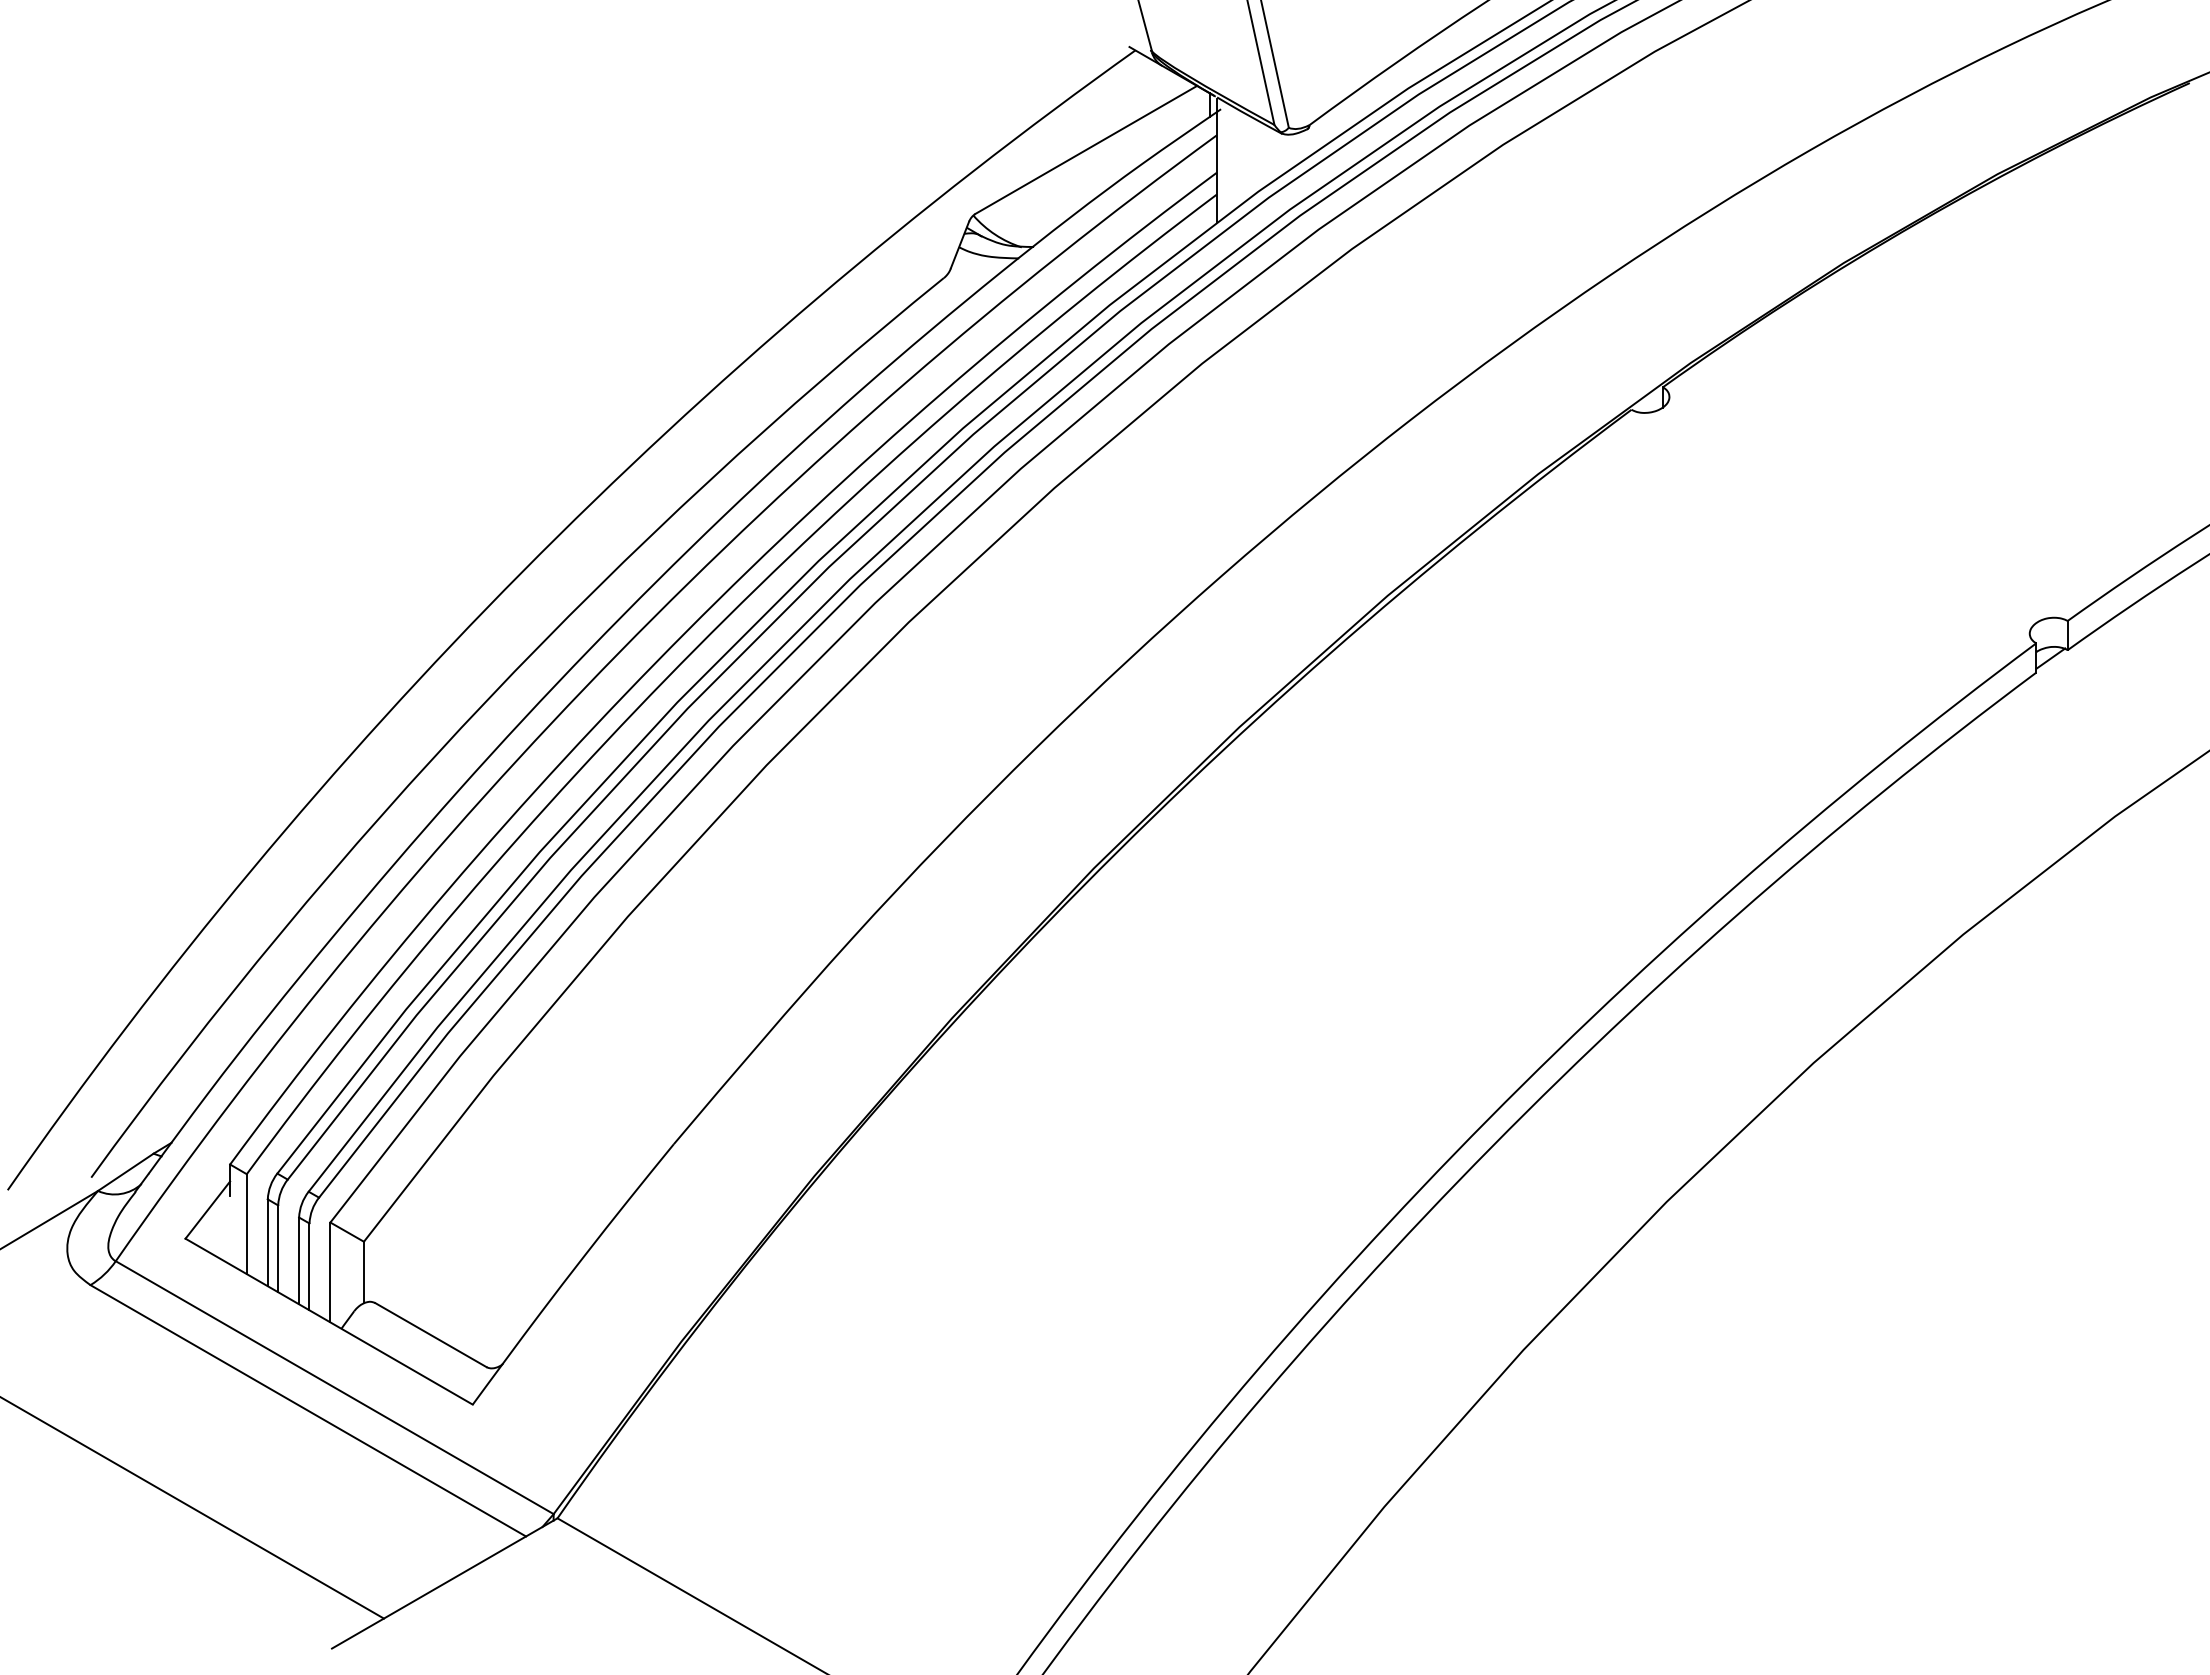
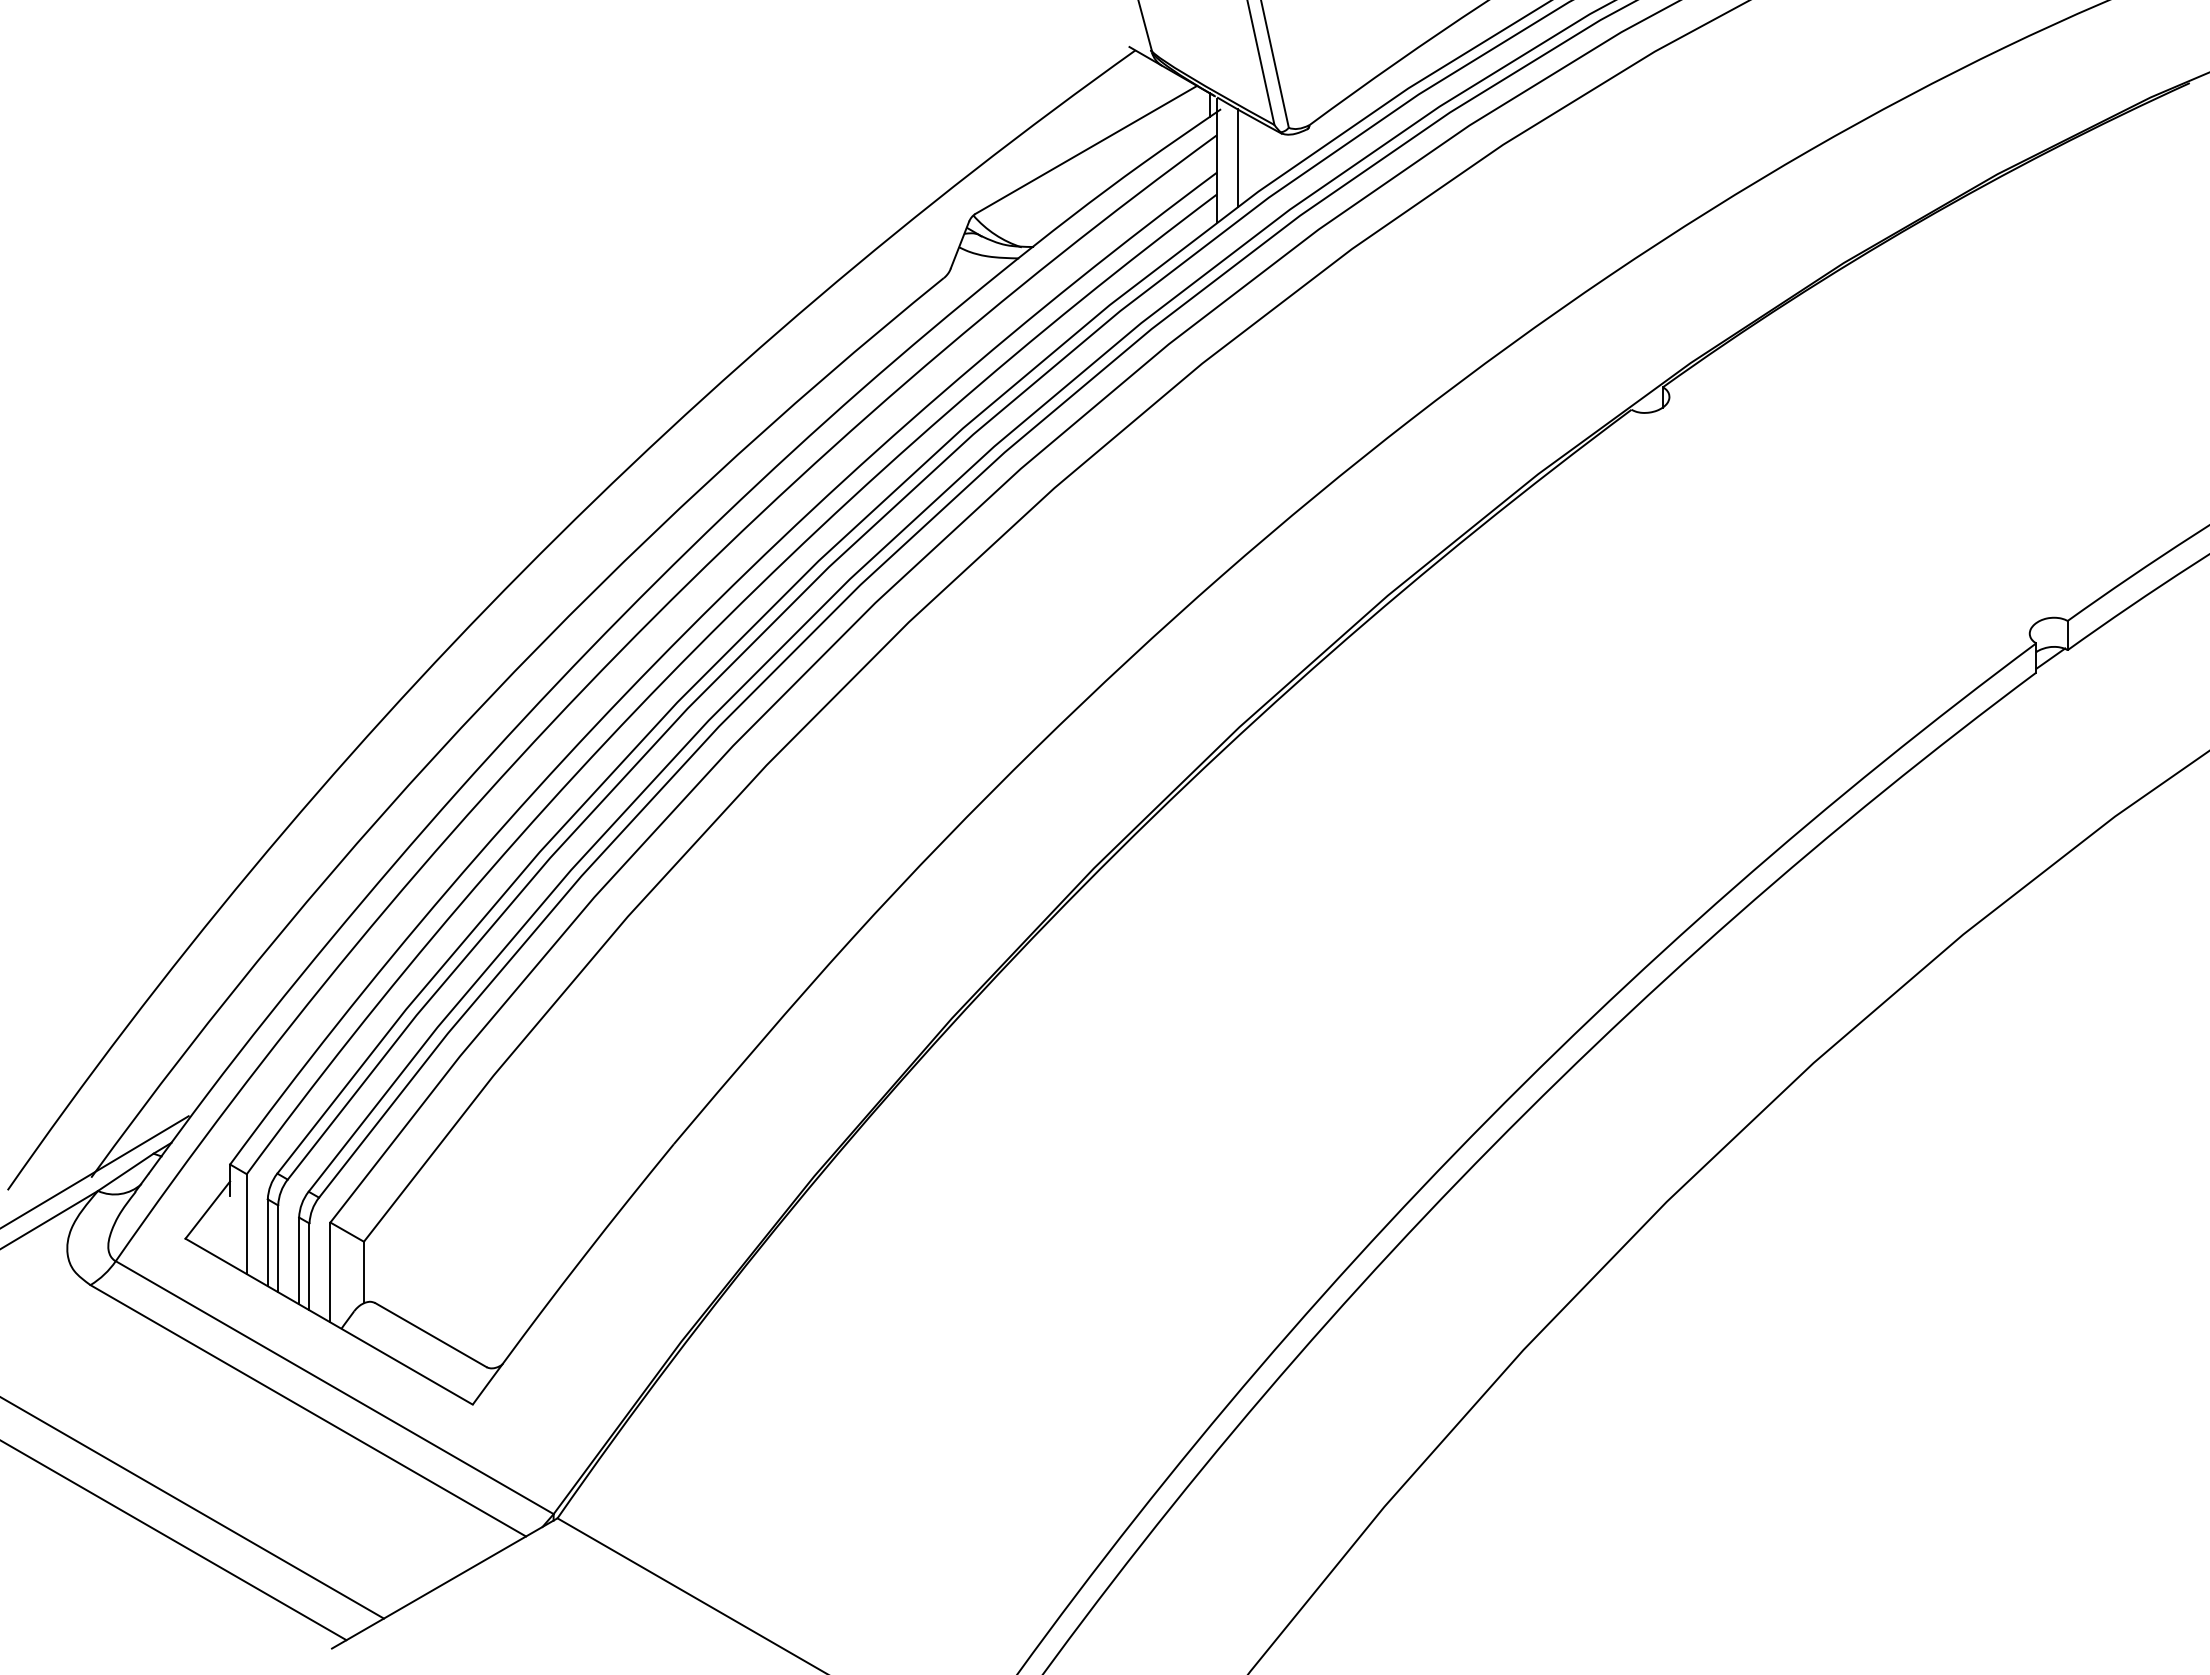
line at (1237, 157): none -> present
line at (95, 1171): none -> present
line at (174, 1540): none -> present
